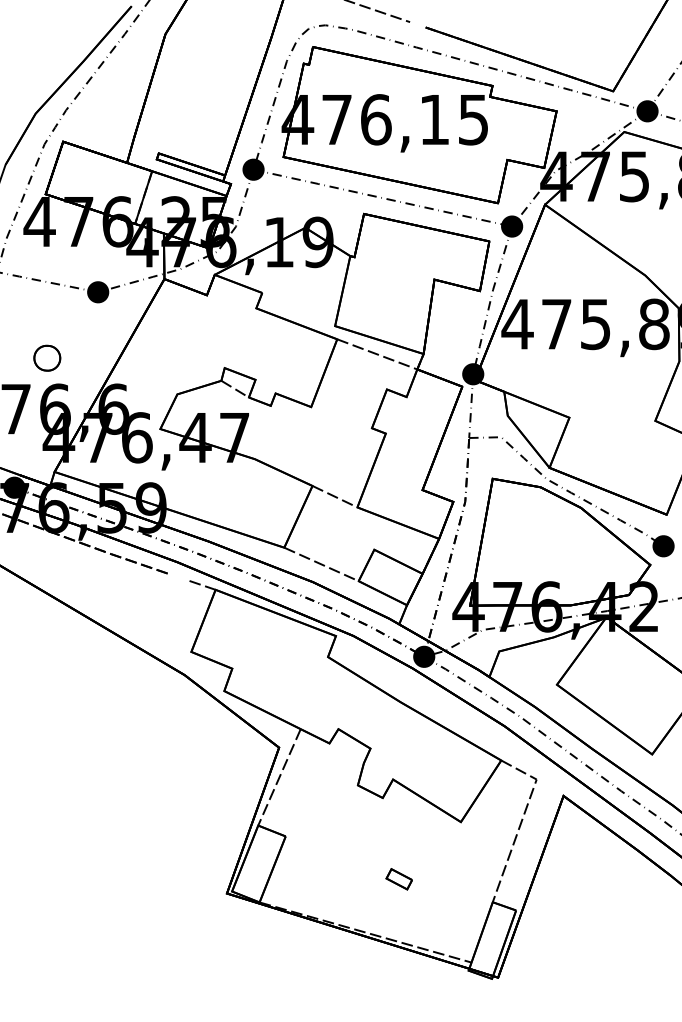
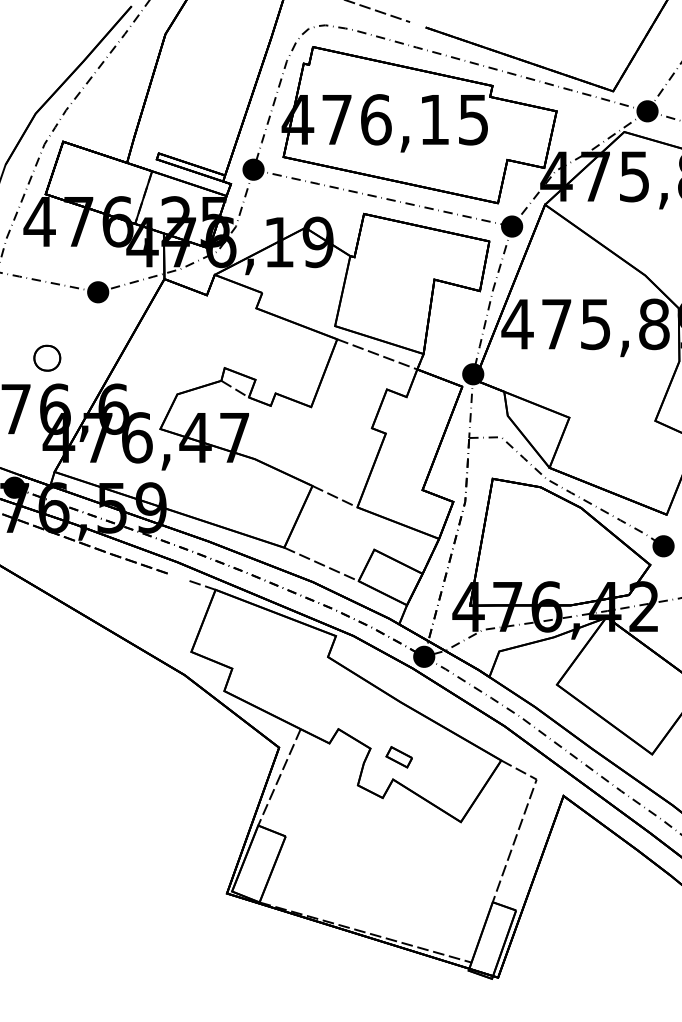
part at (398, 879) position: (398, 879) -> (398, 757)
